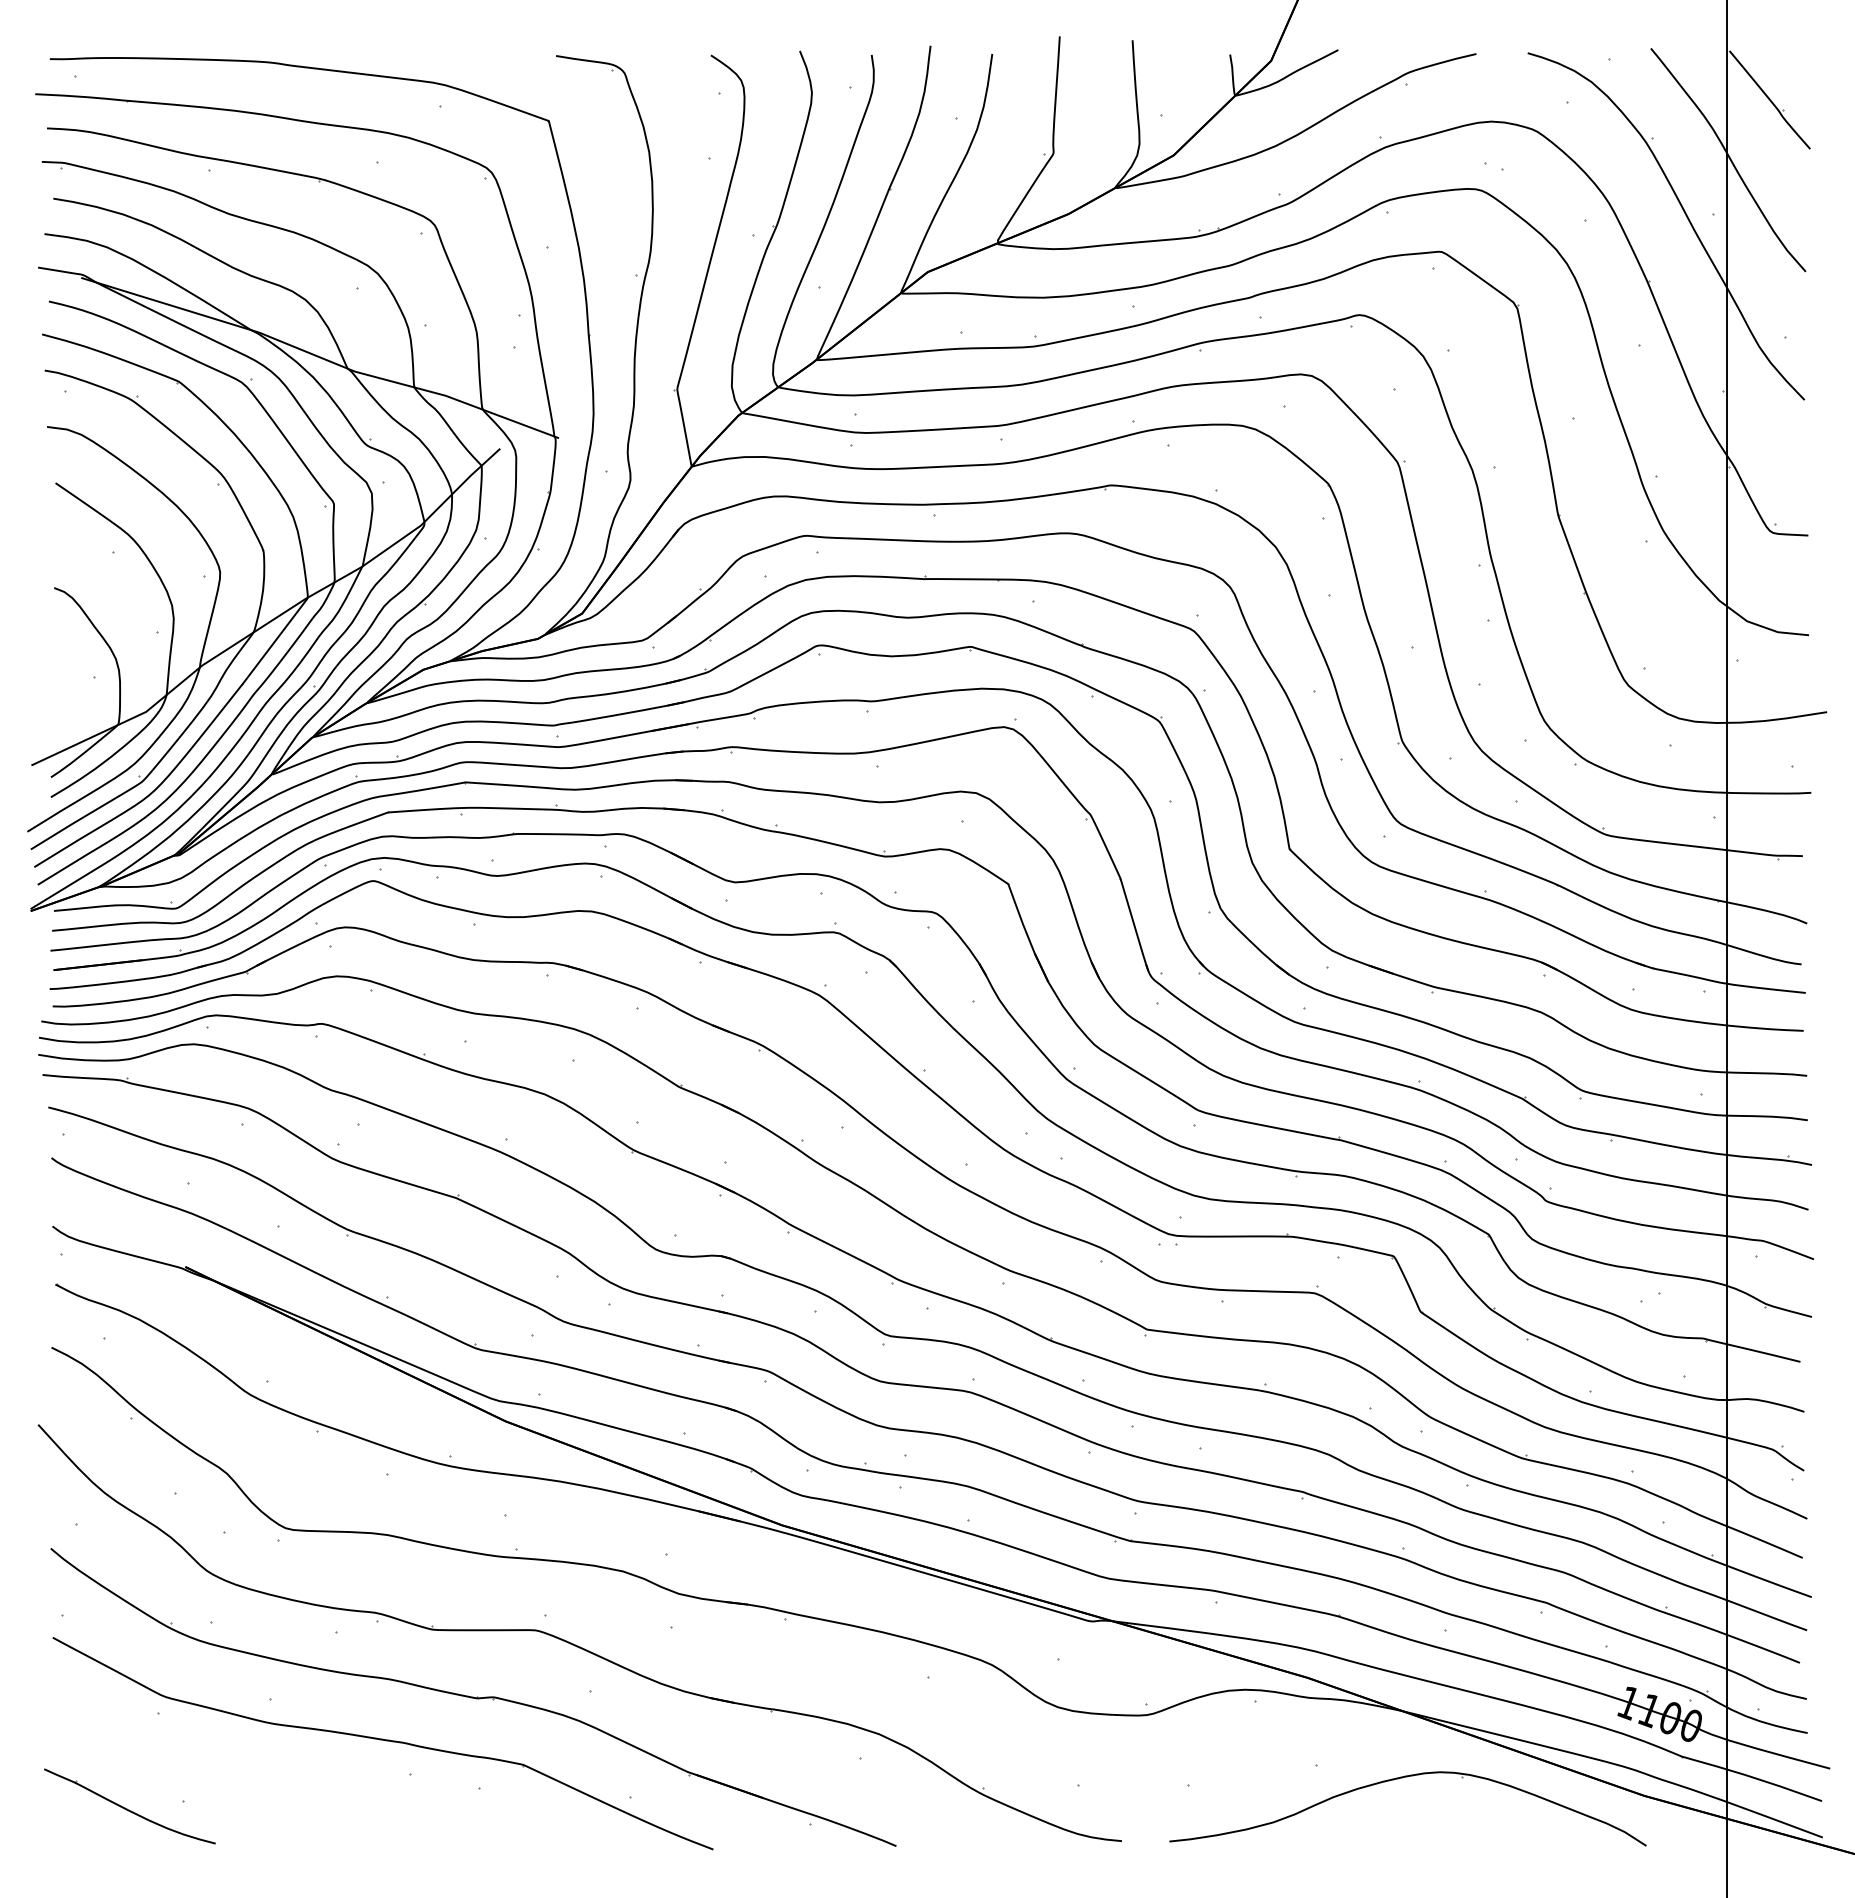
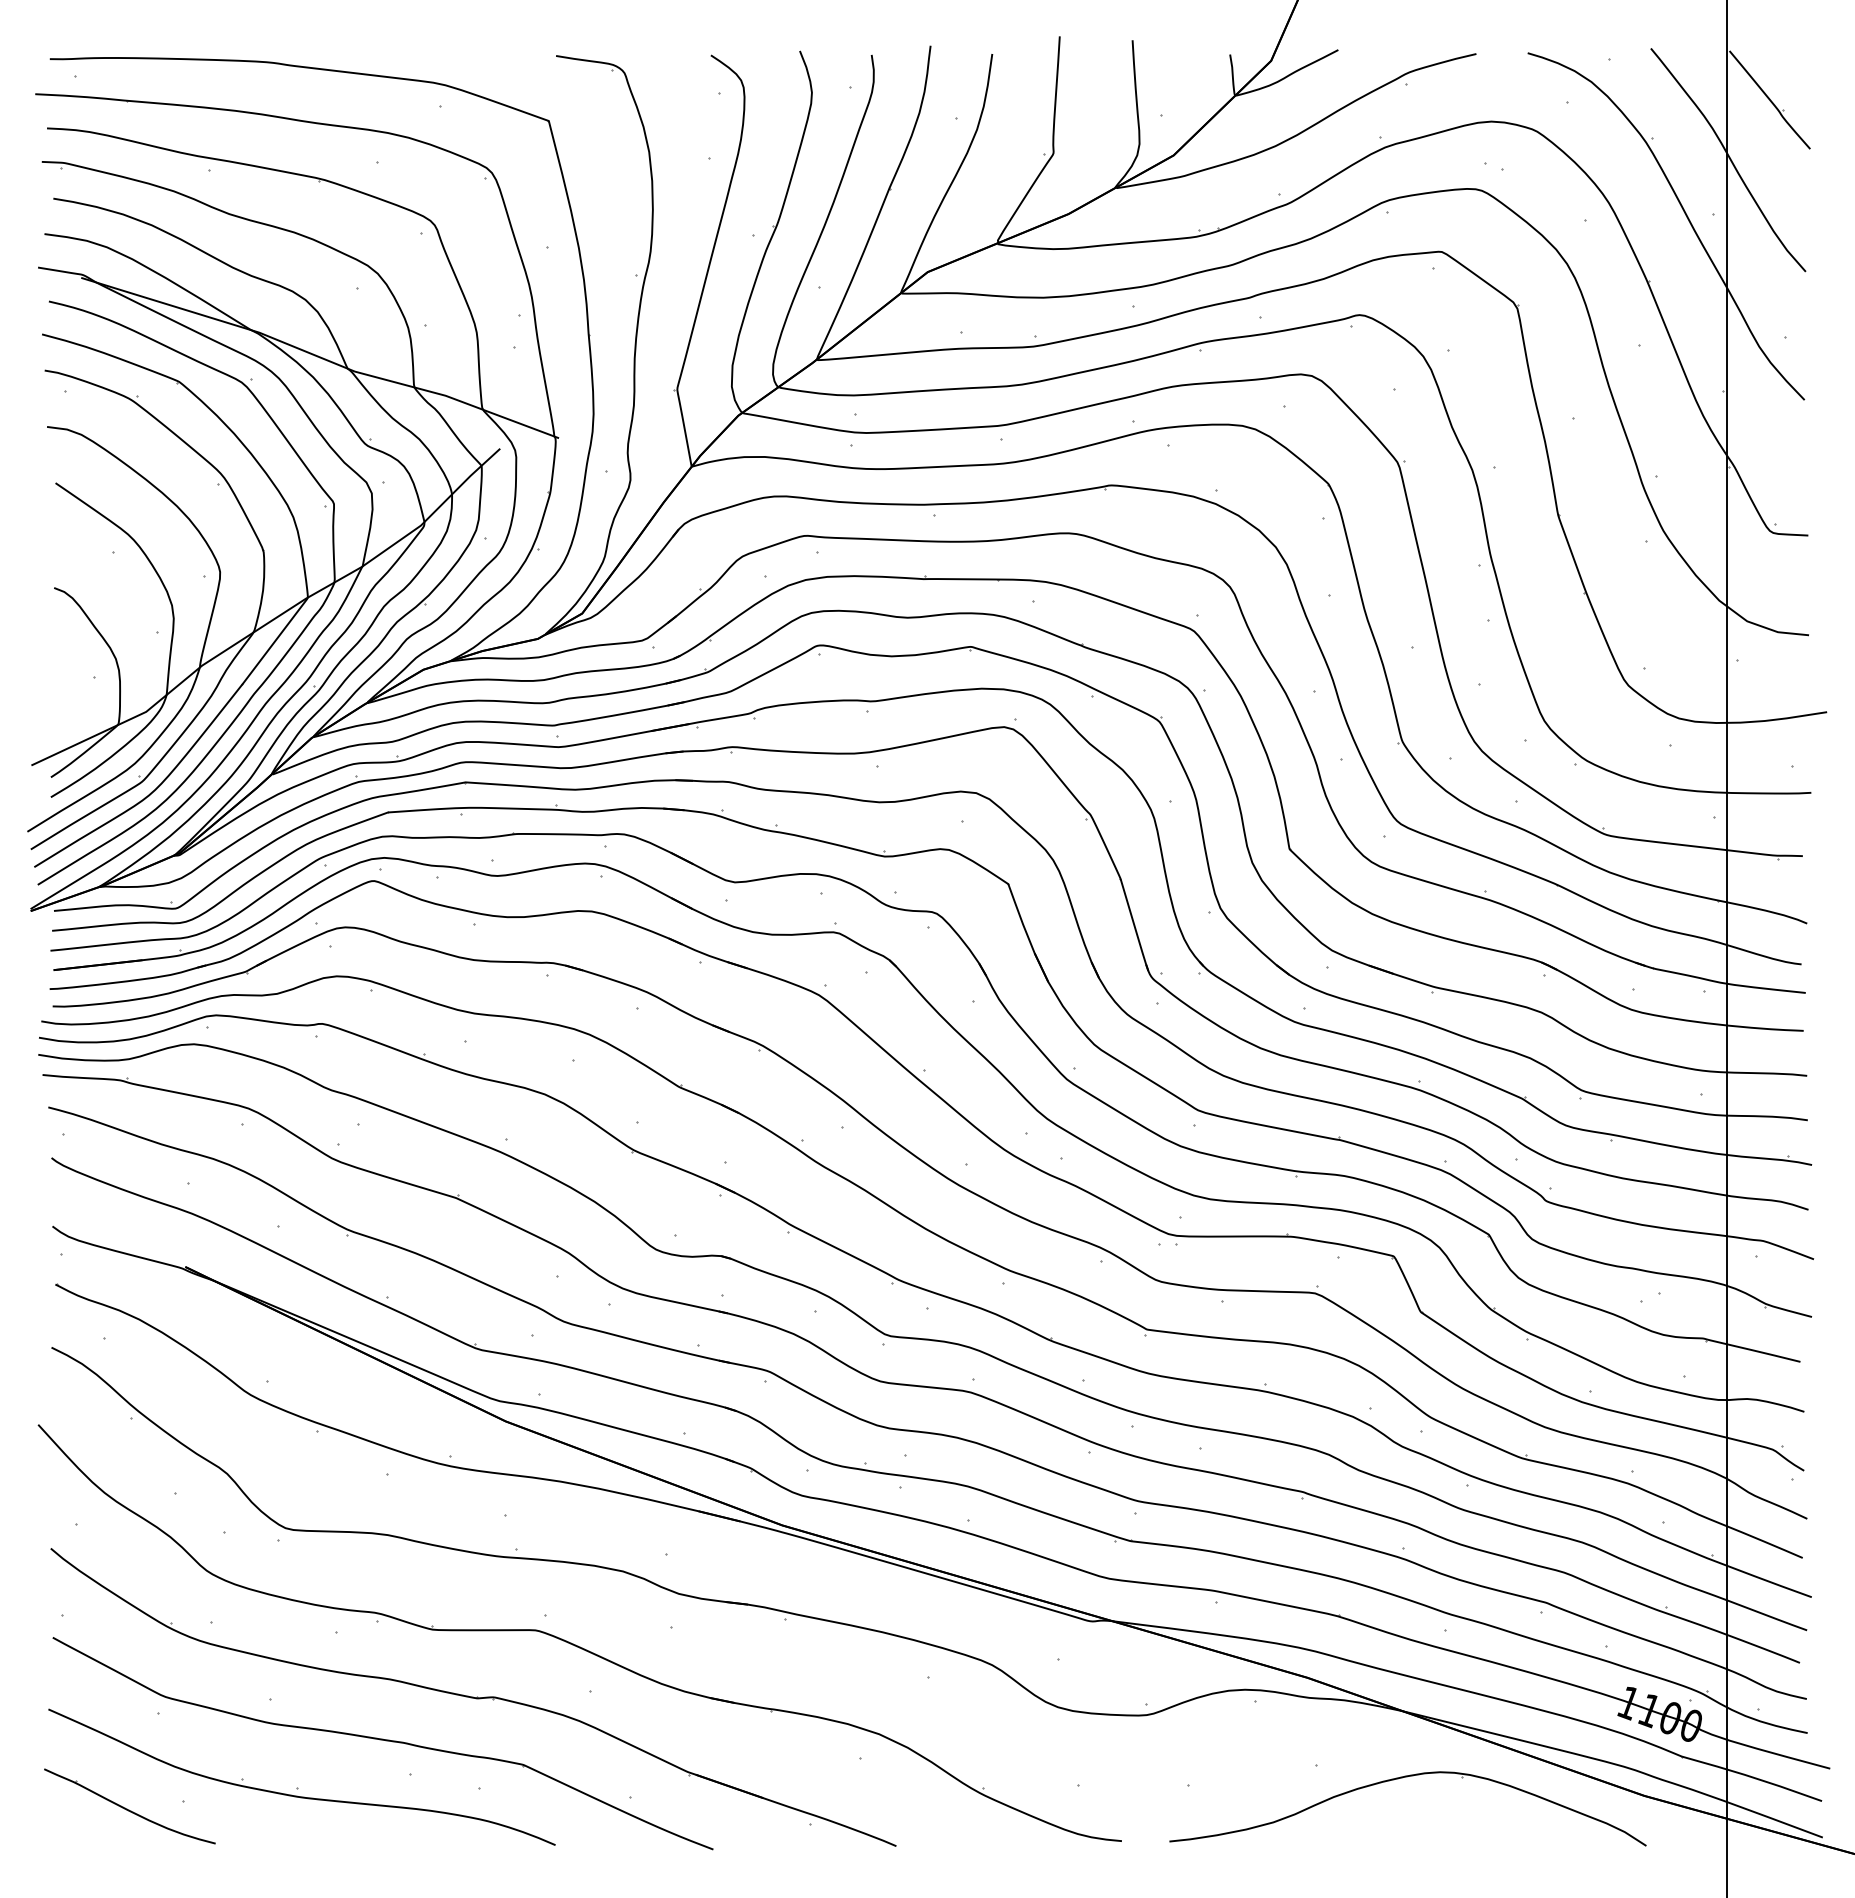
part at (297, 1787): none -> present
